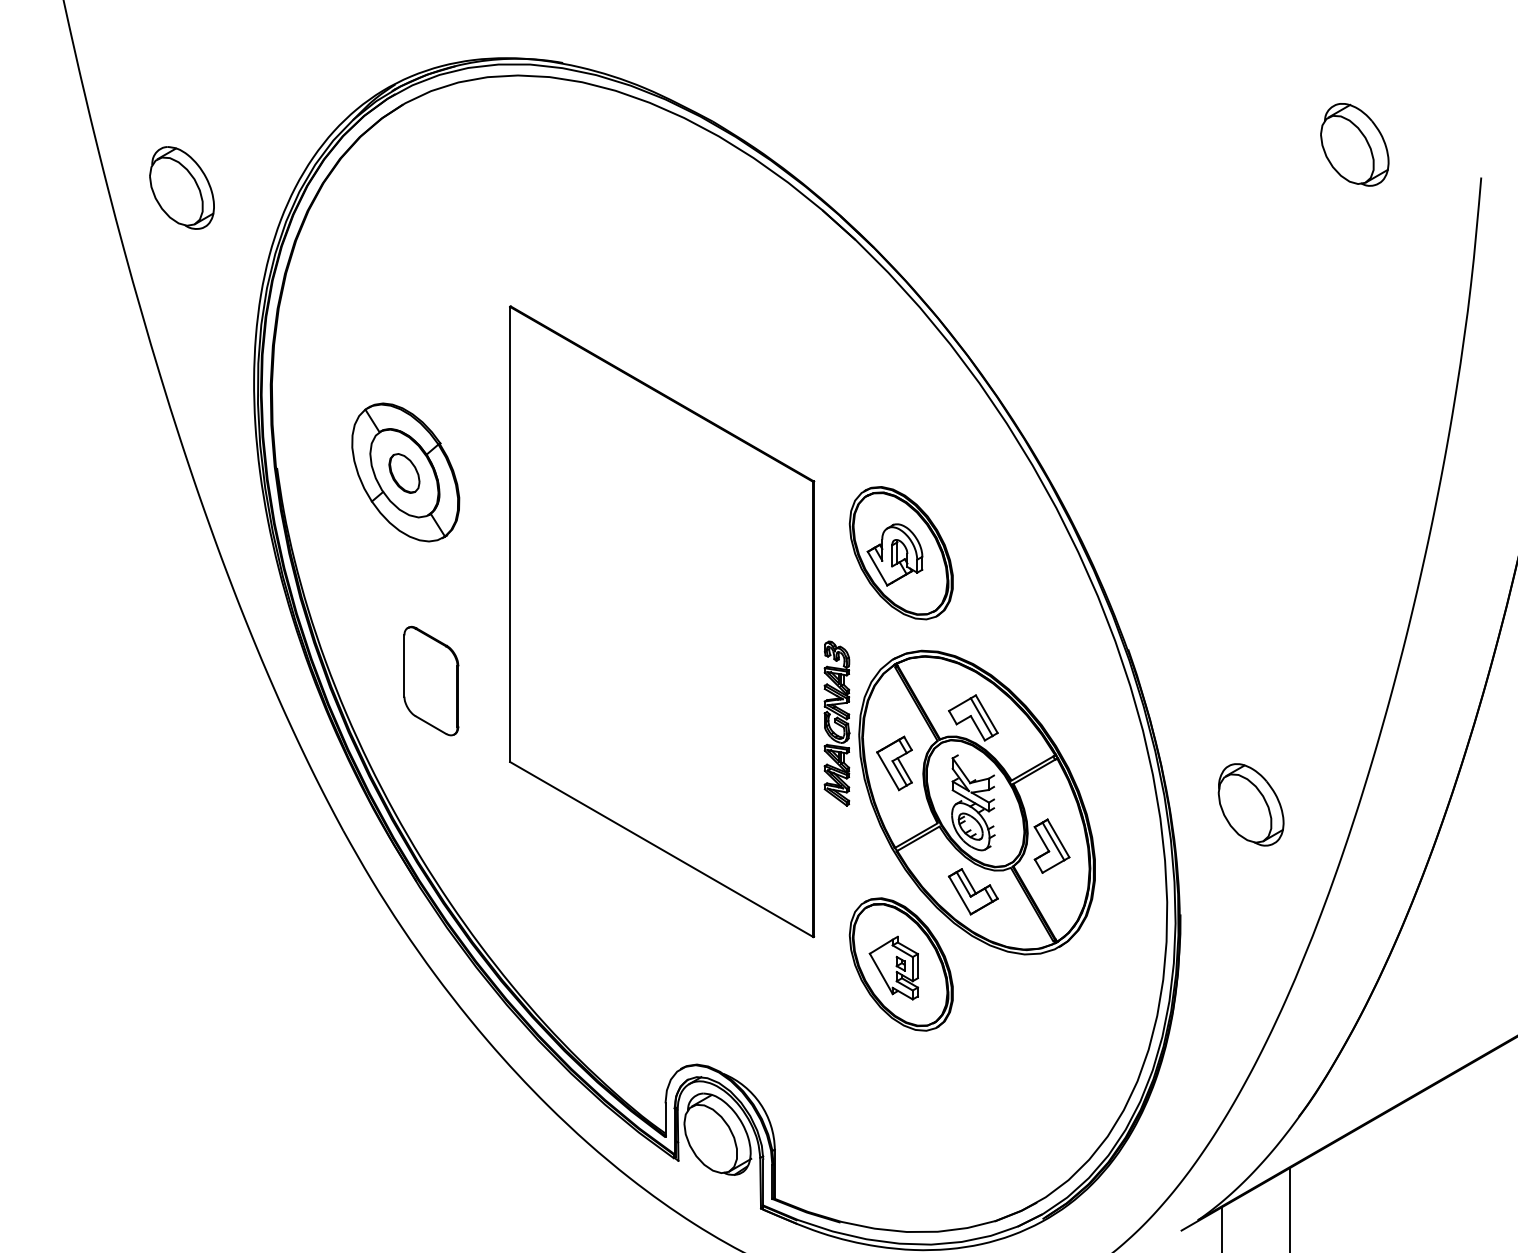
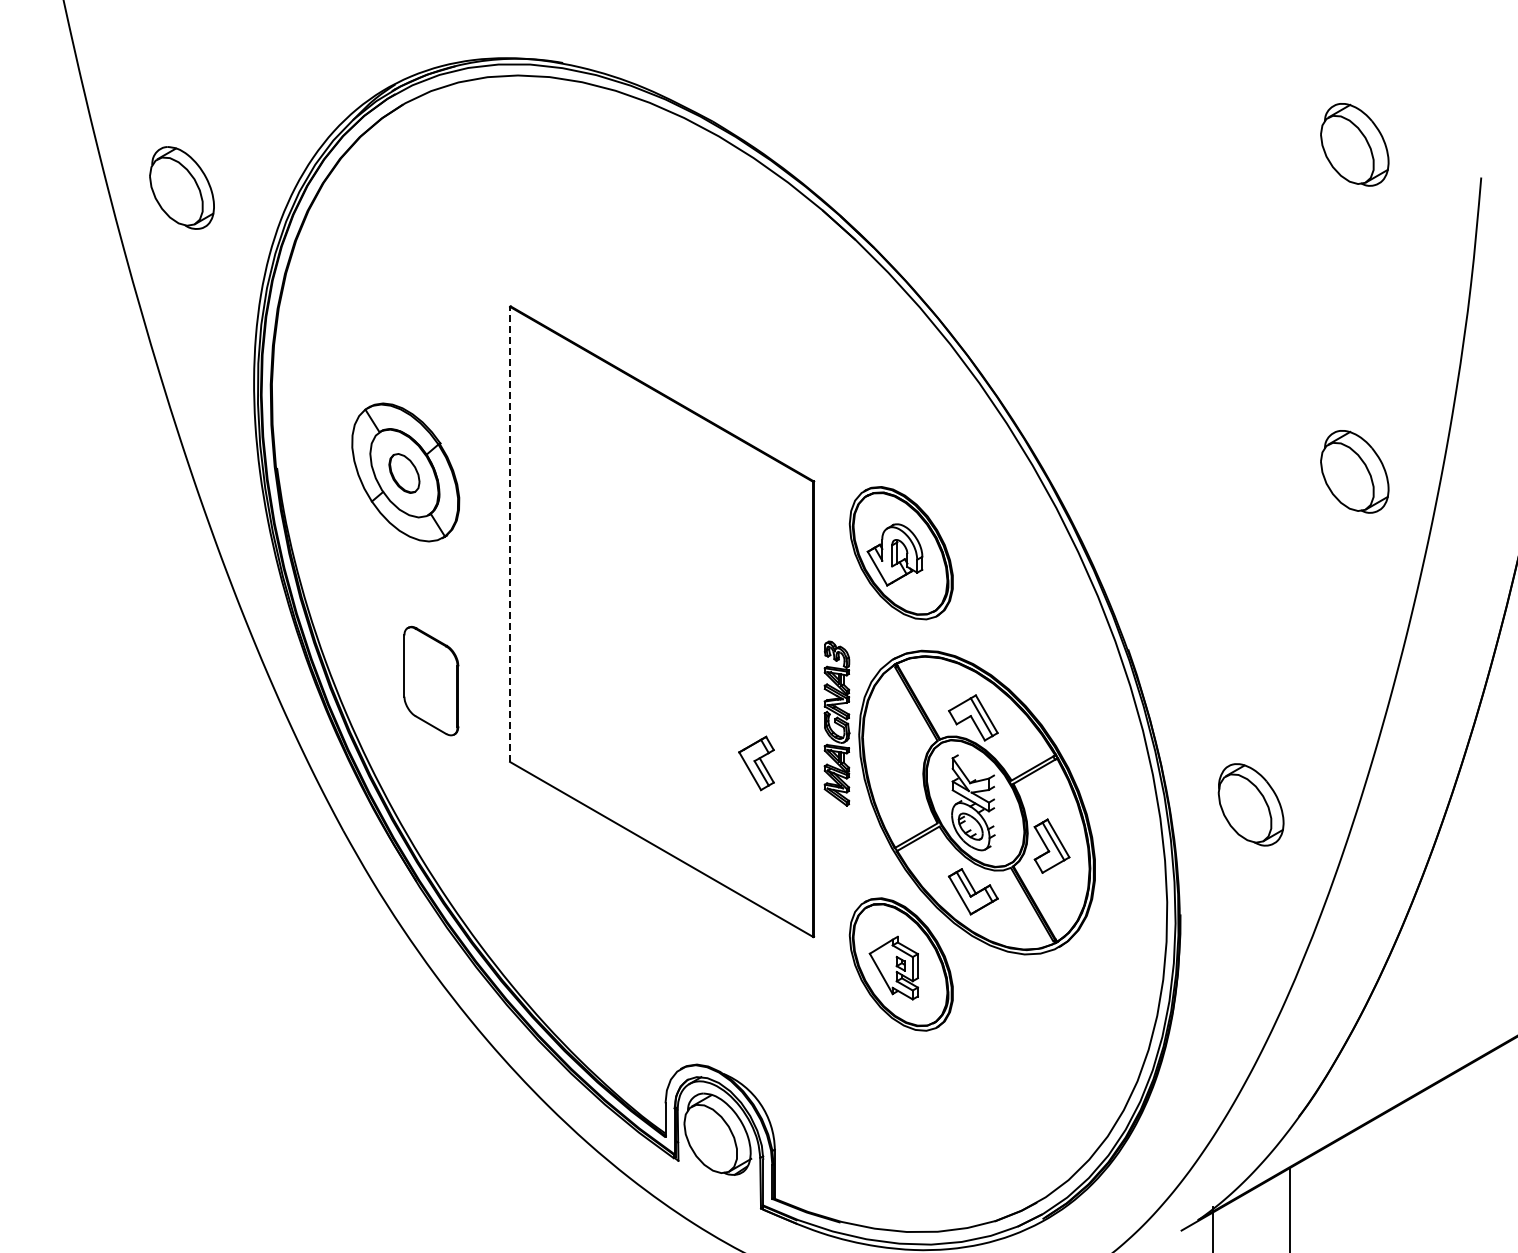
part at (1354, 471): none -> present
line at (510, 534): solid -> dashed
part at (894, 763) position: (894, 763) -> (756, 763)
line at (1221, 1228) position: (1221, 1228) -> (1212, 1228)
